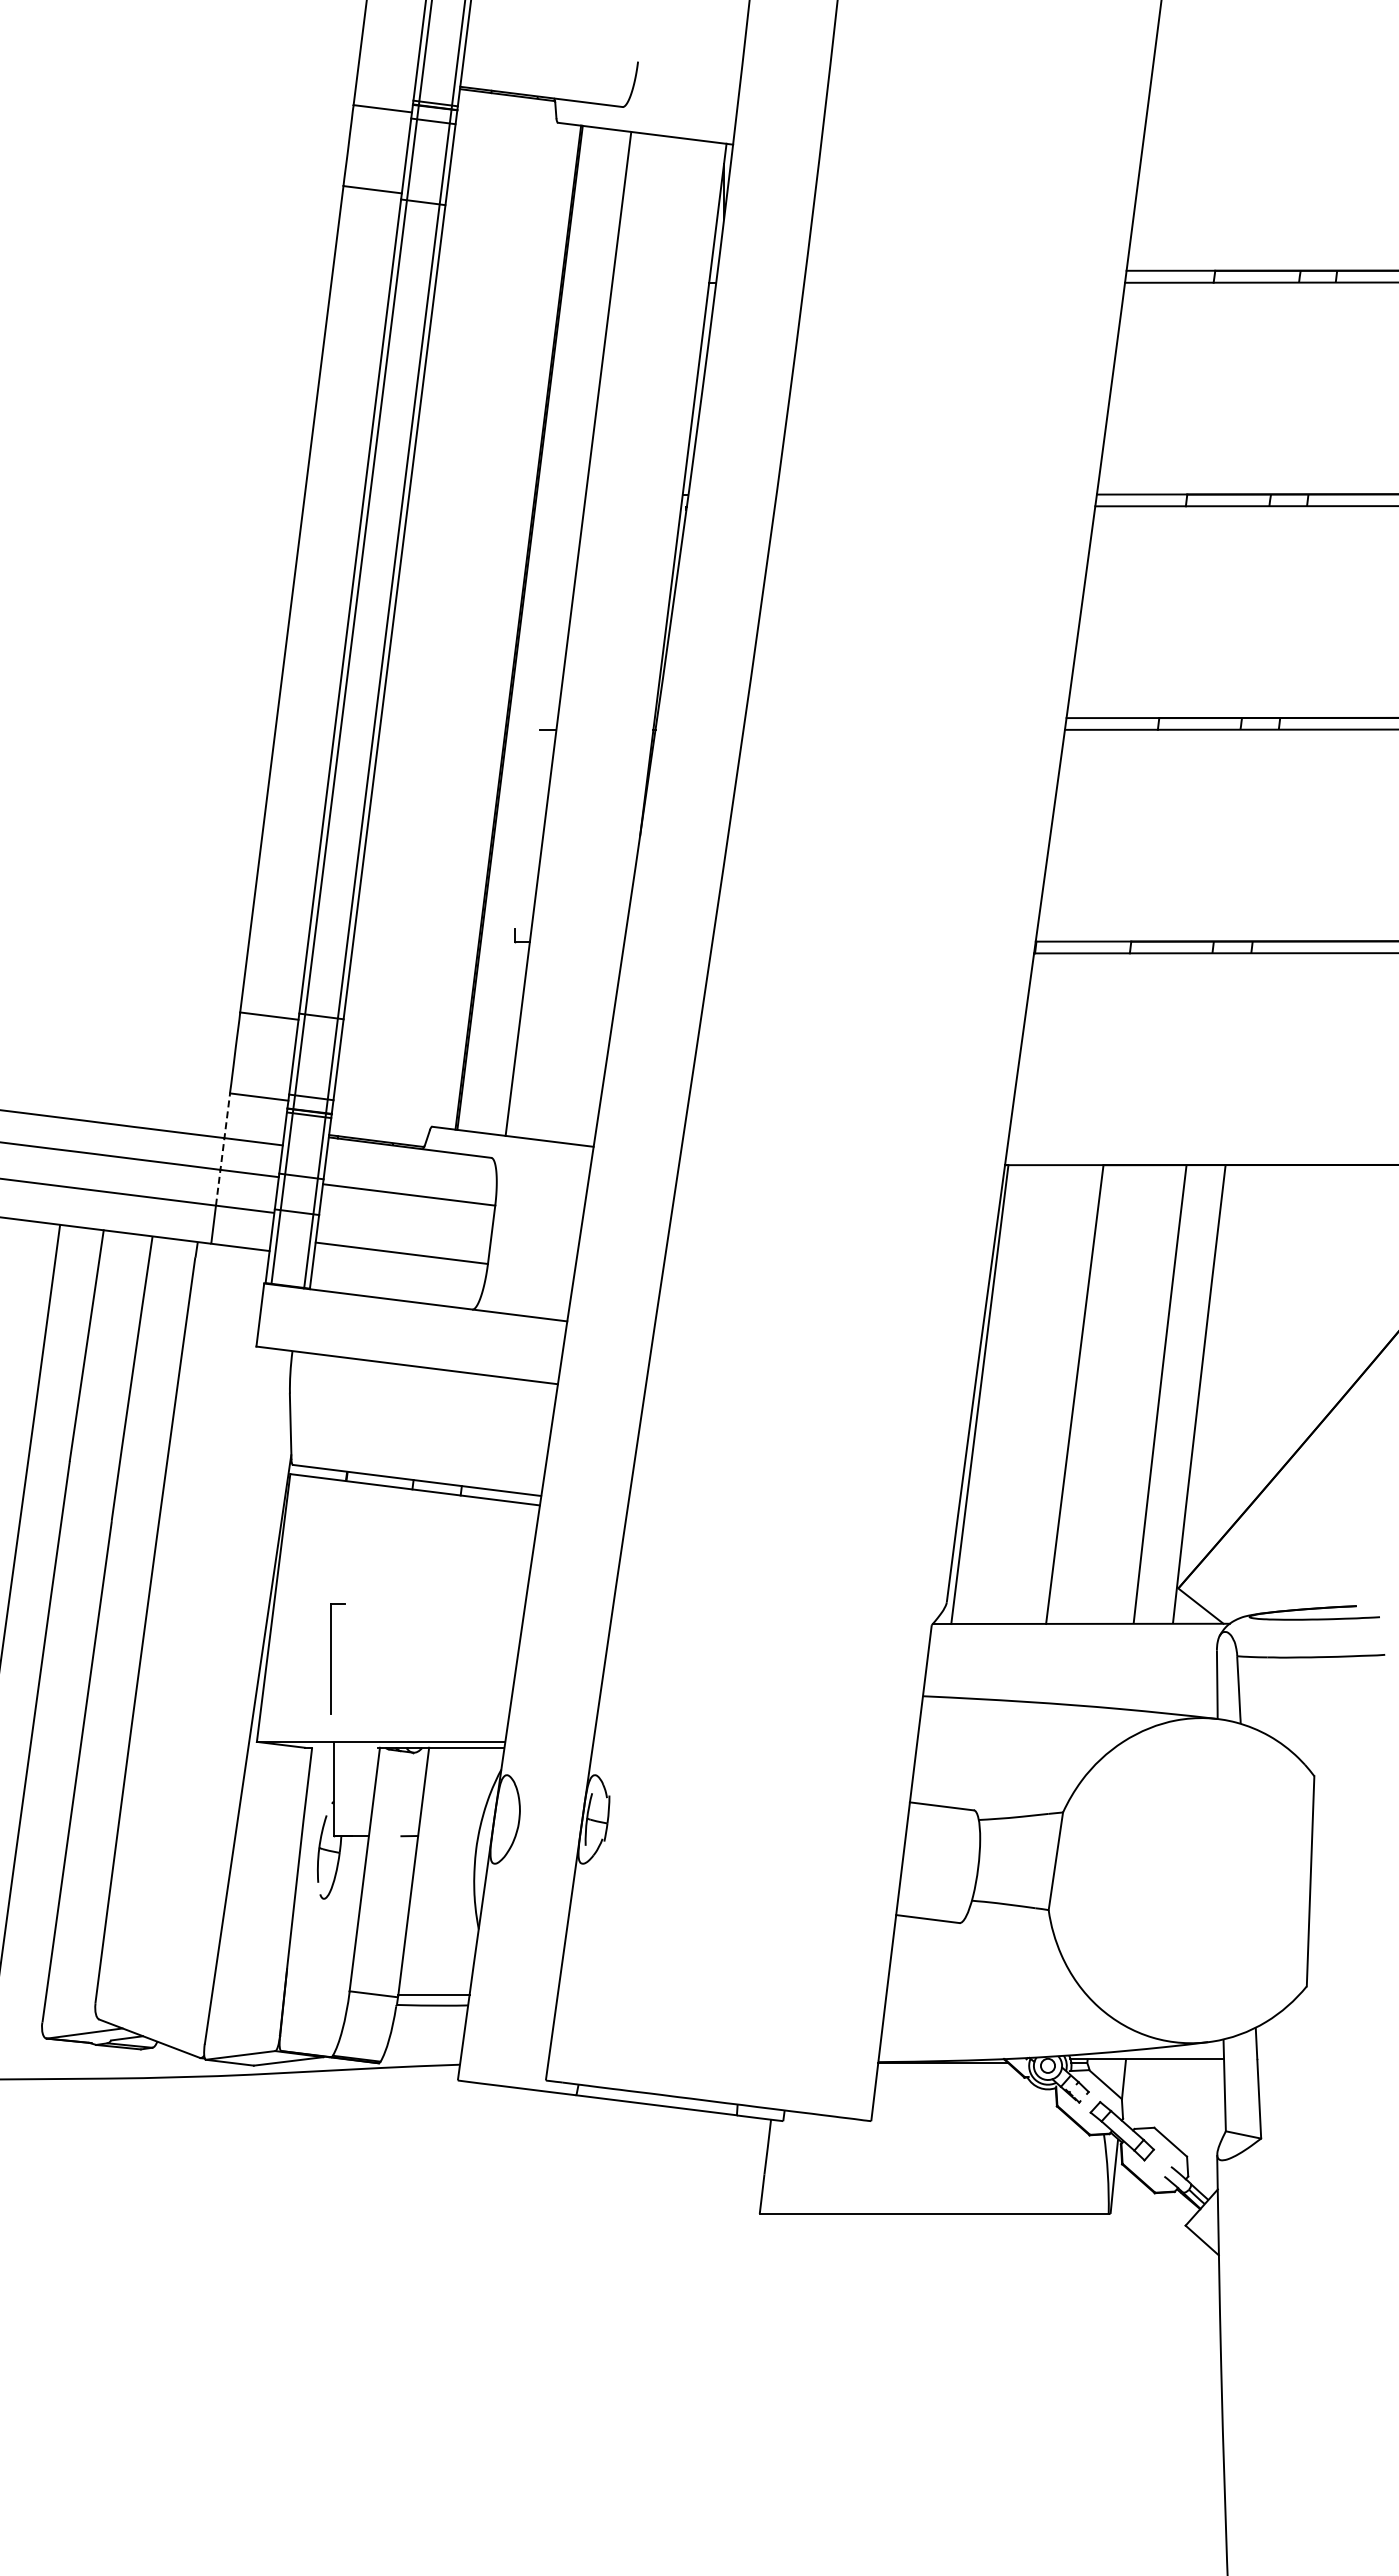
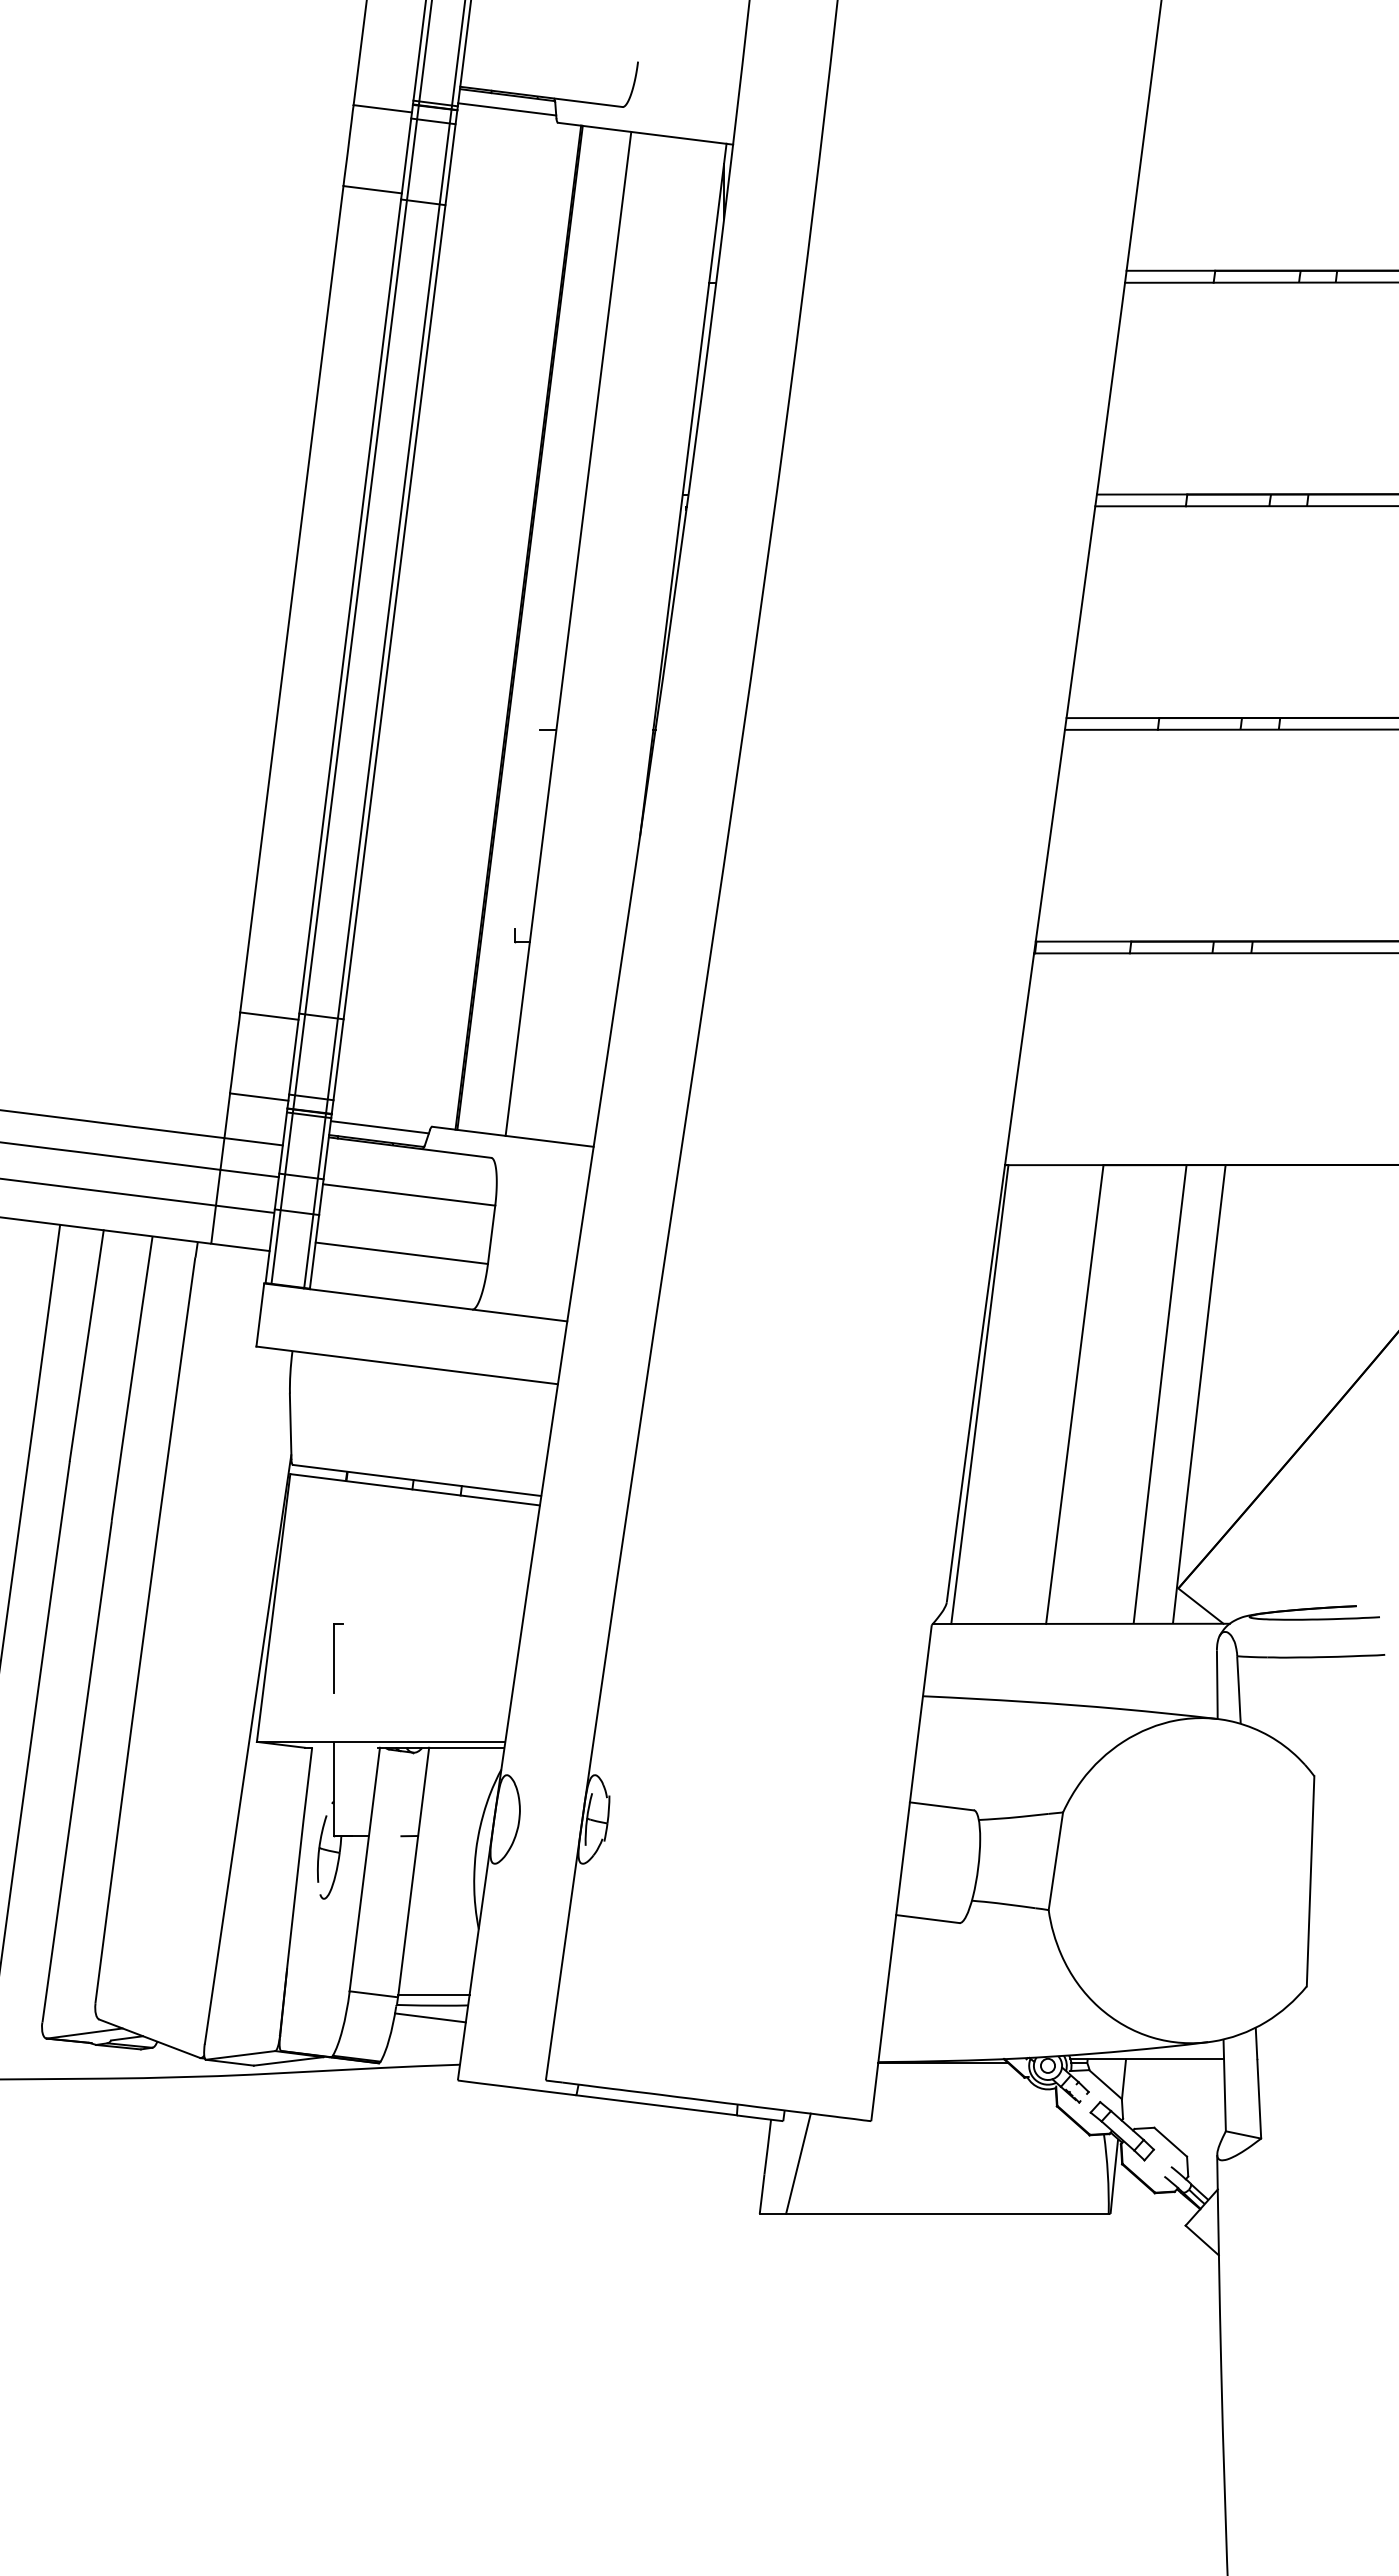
line at (507, 109): none -> present
line at (379, 1127): none -> present
line at (223, 1149): dashed -> solid
part at (337, 1658) size: 16x112 px -> 11x71 px
line at (430, 2017): none -> present
line at (798, 2163): none -> present
